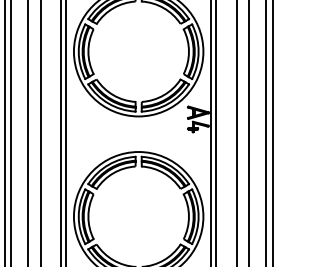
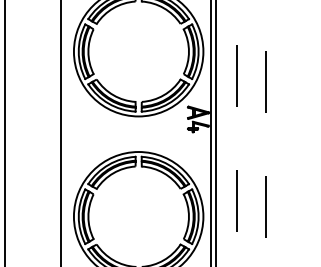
line at (11, 132): present -> none
line at (28, 132): present -> none
line at (40, 132): present -> none
line at (65, 132): present -> none
line at (249, 132): present -> none
line at (272, 132): present -> none
line at (236, 133): solid -> dashed
line at (266, 133): solid -> dashed
